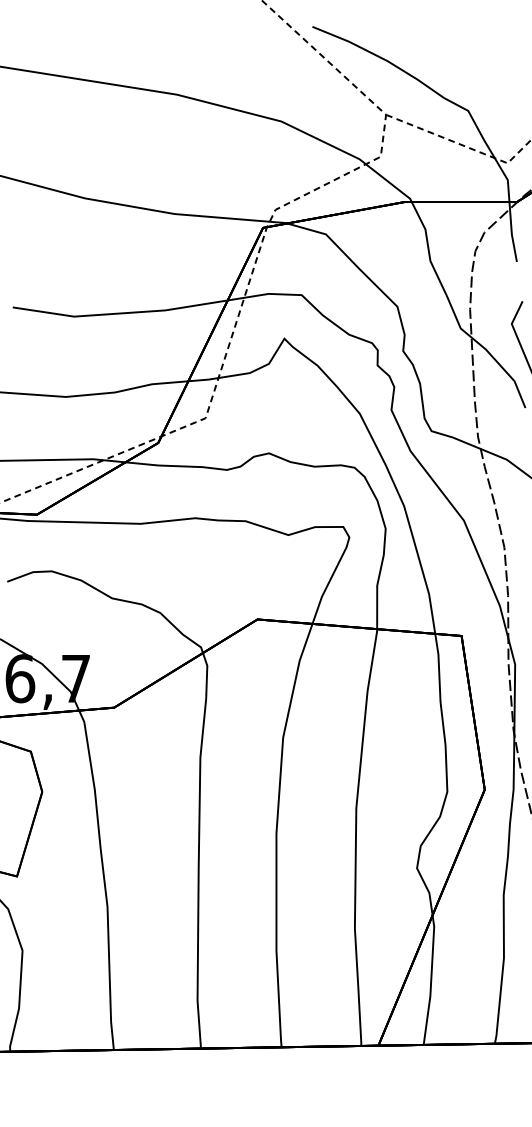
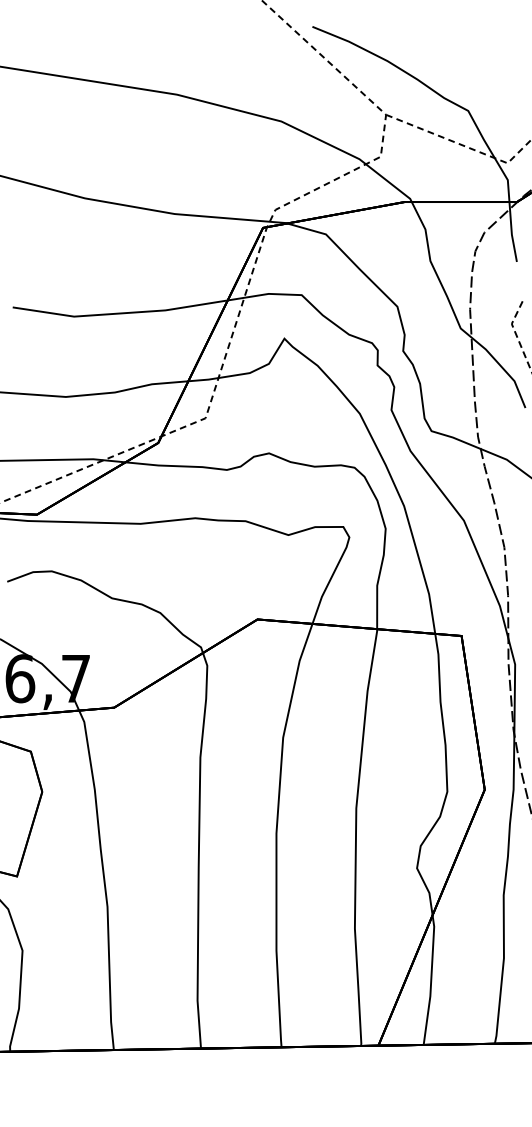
line at (516, 335): solid -> dashed
